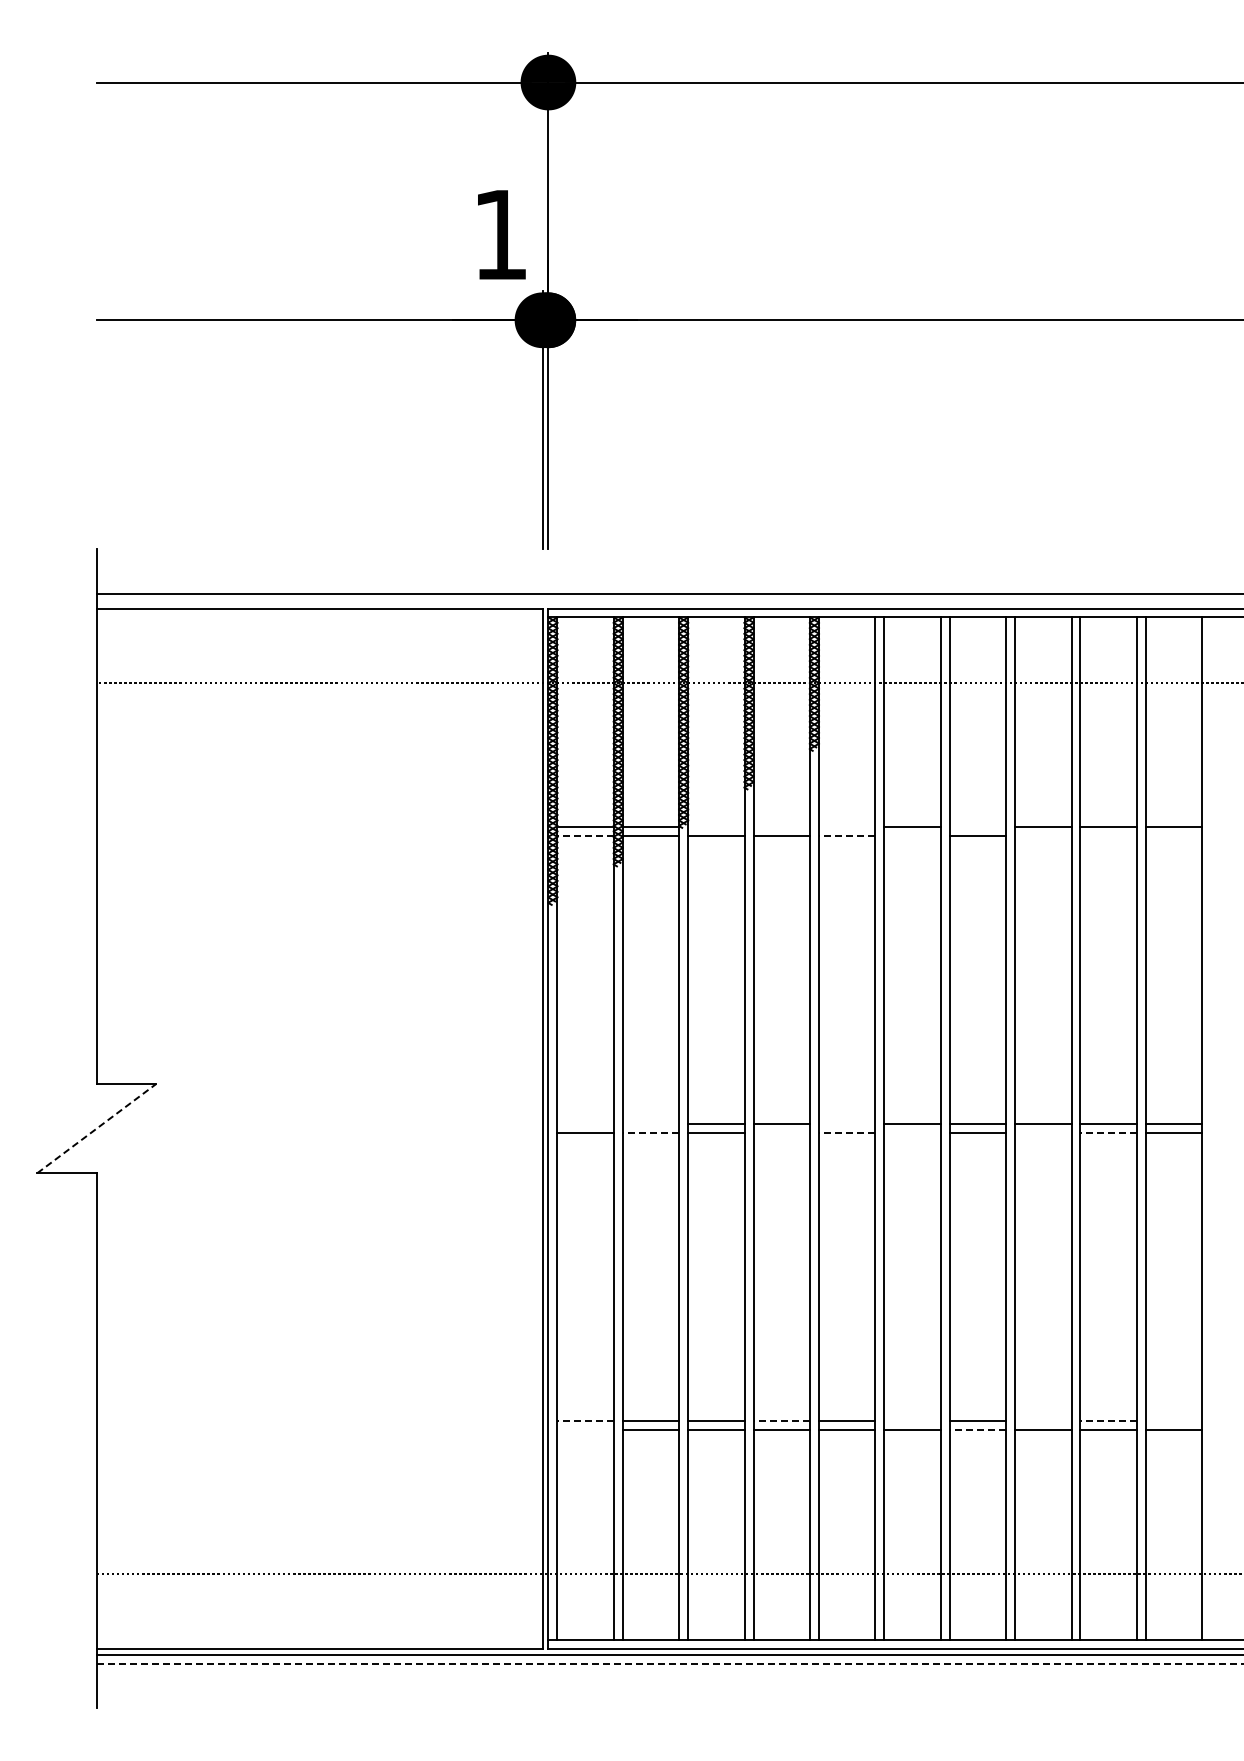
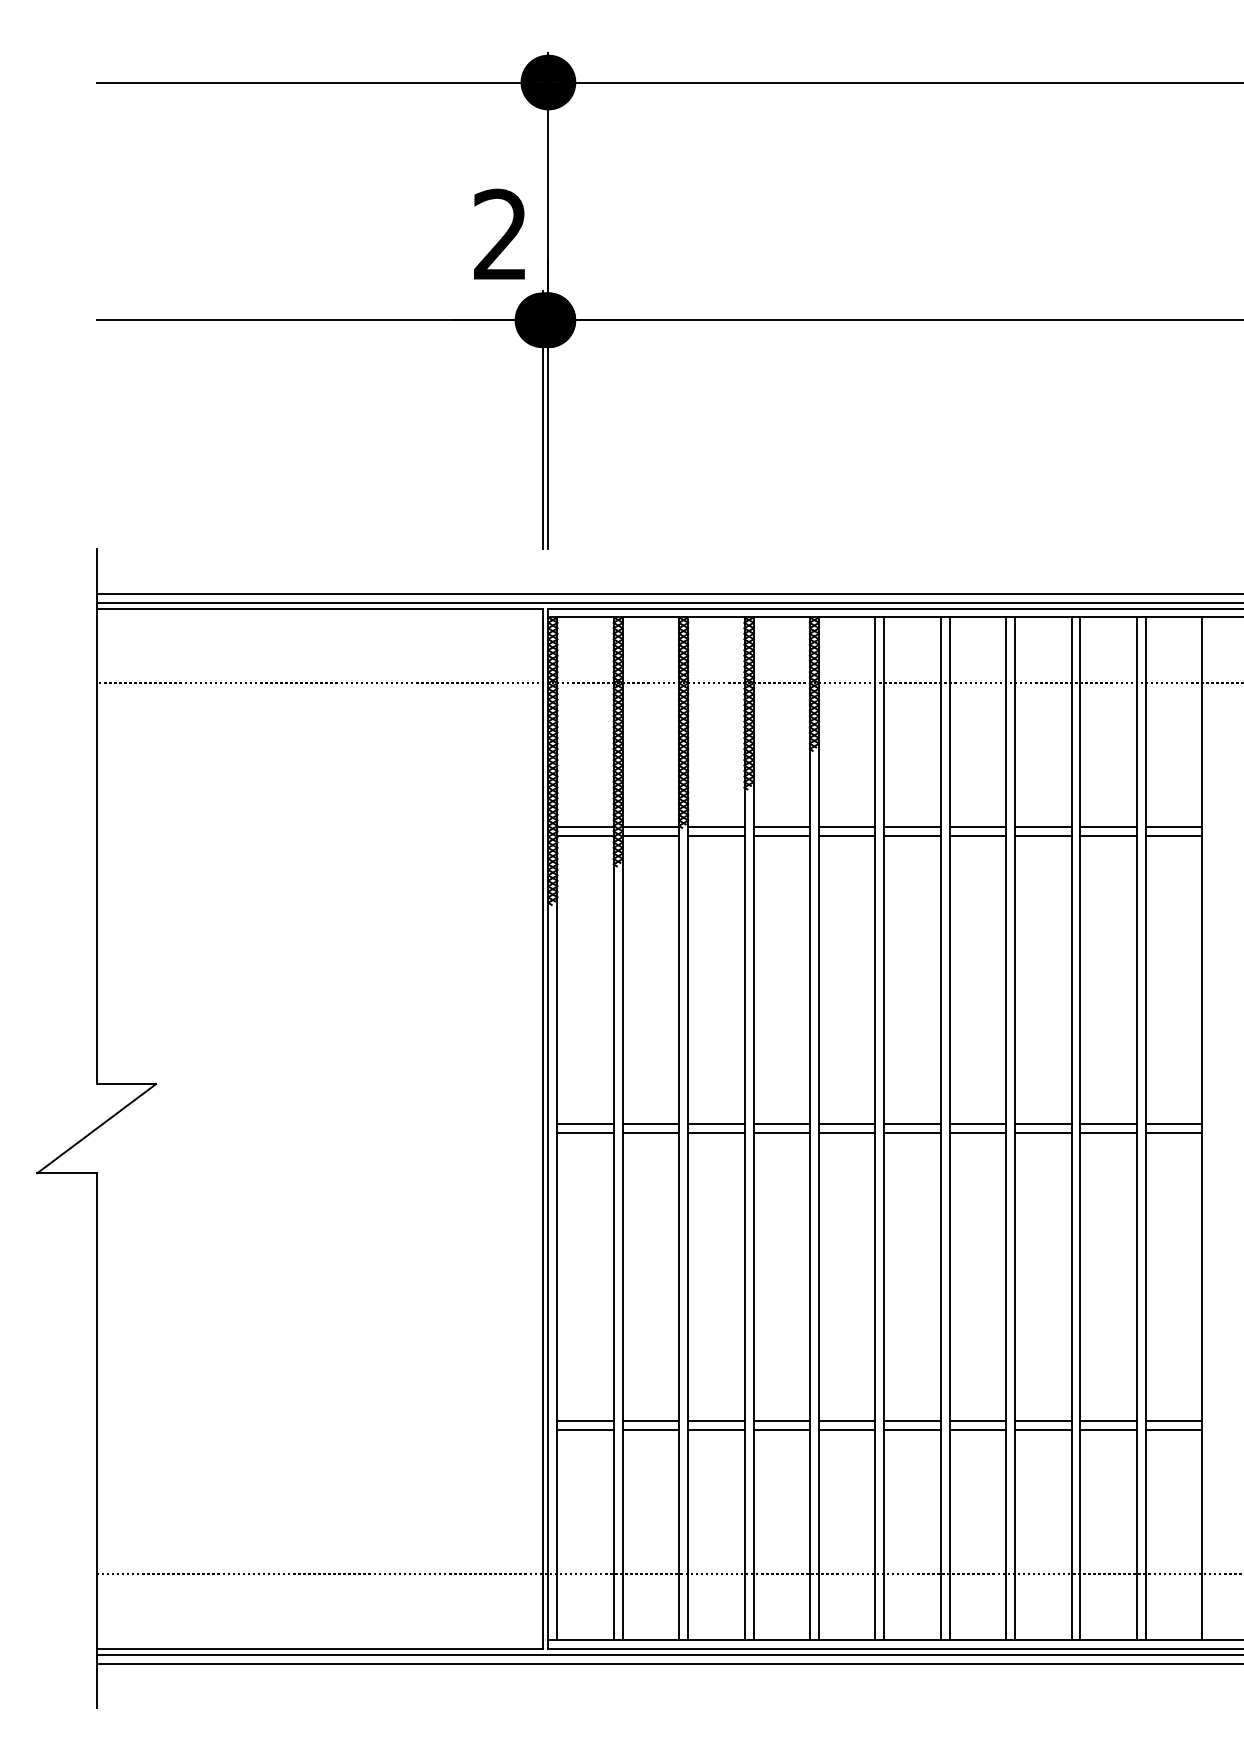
text at (499, 233): 1 -> 2
line at (668, 602): none -> present
line at (716, 827): none -> present
line at (781, 827): none -> present
line at (846, 827): none -> present
line at (977, 827): none -> present
line at (585, 835): dashed -> solid
line at (846, 835): dashed -> solid
line at (912, 835): none -> present
line at (1043, 835): none -> present
line at (1108, 835): none -> present
line at (1173, 835): none -> present
line at (585, 1124): none -> present
line at (650, 1124): none -> present
line at (846, 1124): none -> present
line at (97, 1128): dashed -> solid
line at (650, 1133): dashed -> solid
line at (781, 1133): none -> present
line at (846, 1133): dashed -> solid
line at (912, 1133): none -> present
line at (1043, 1133): none -> present
line at (1108, 1133): dashed -> solid
line at (585, 1421): dashed -> solid
line at (781, 1421): dashed -> solid
line at (912, 1421): none -> present
line at (1043, 1421): none -> present
line at (1108, 1421): dashed -> solid
line at (1173, 1421): none -> present
line at (585, 1430): none -> present
line at (977, 1430): dashed -> solid
line at (670, 1663): dashed -> solid
